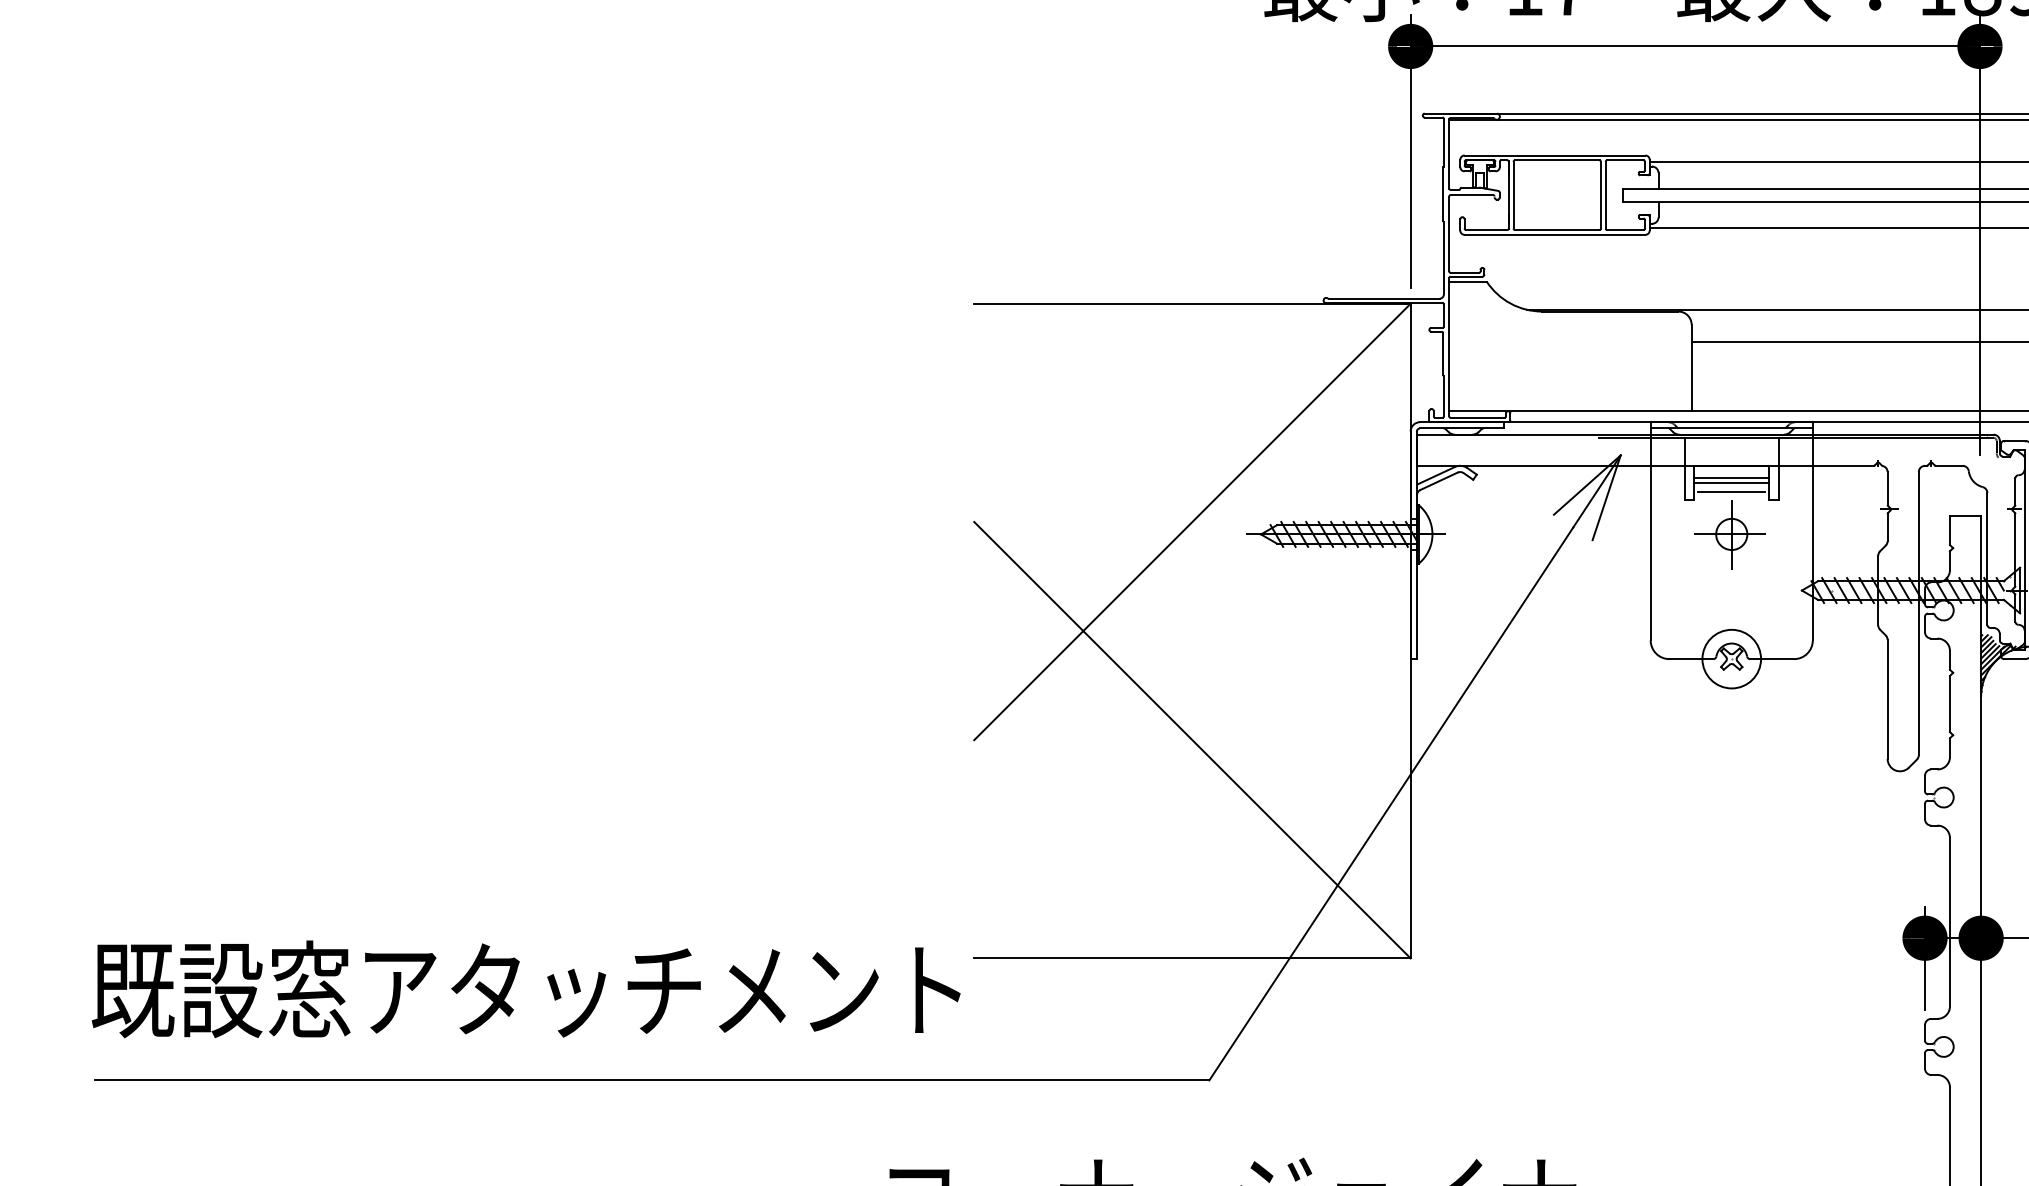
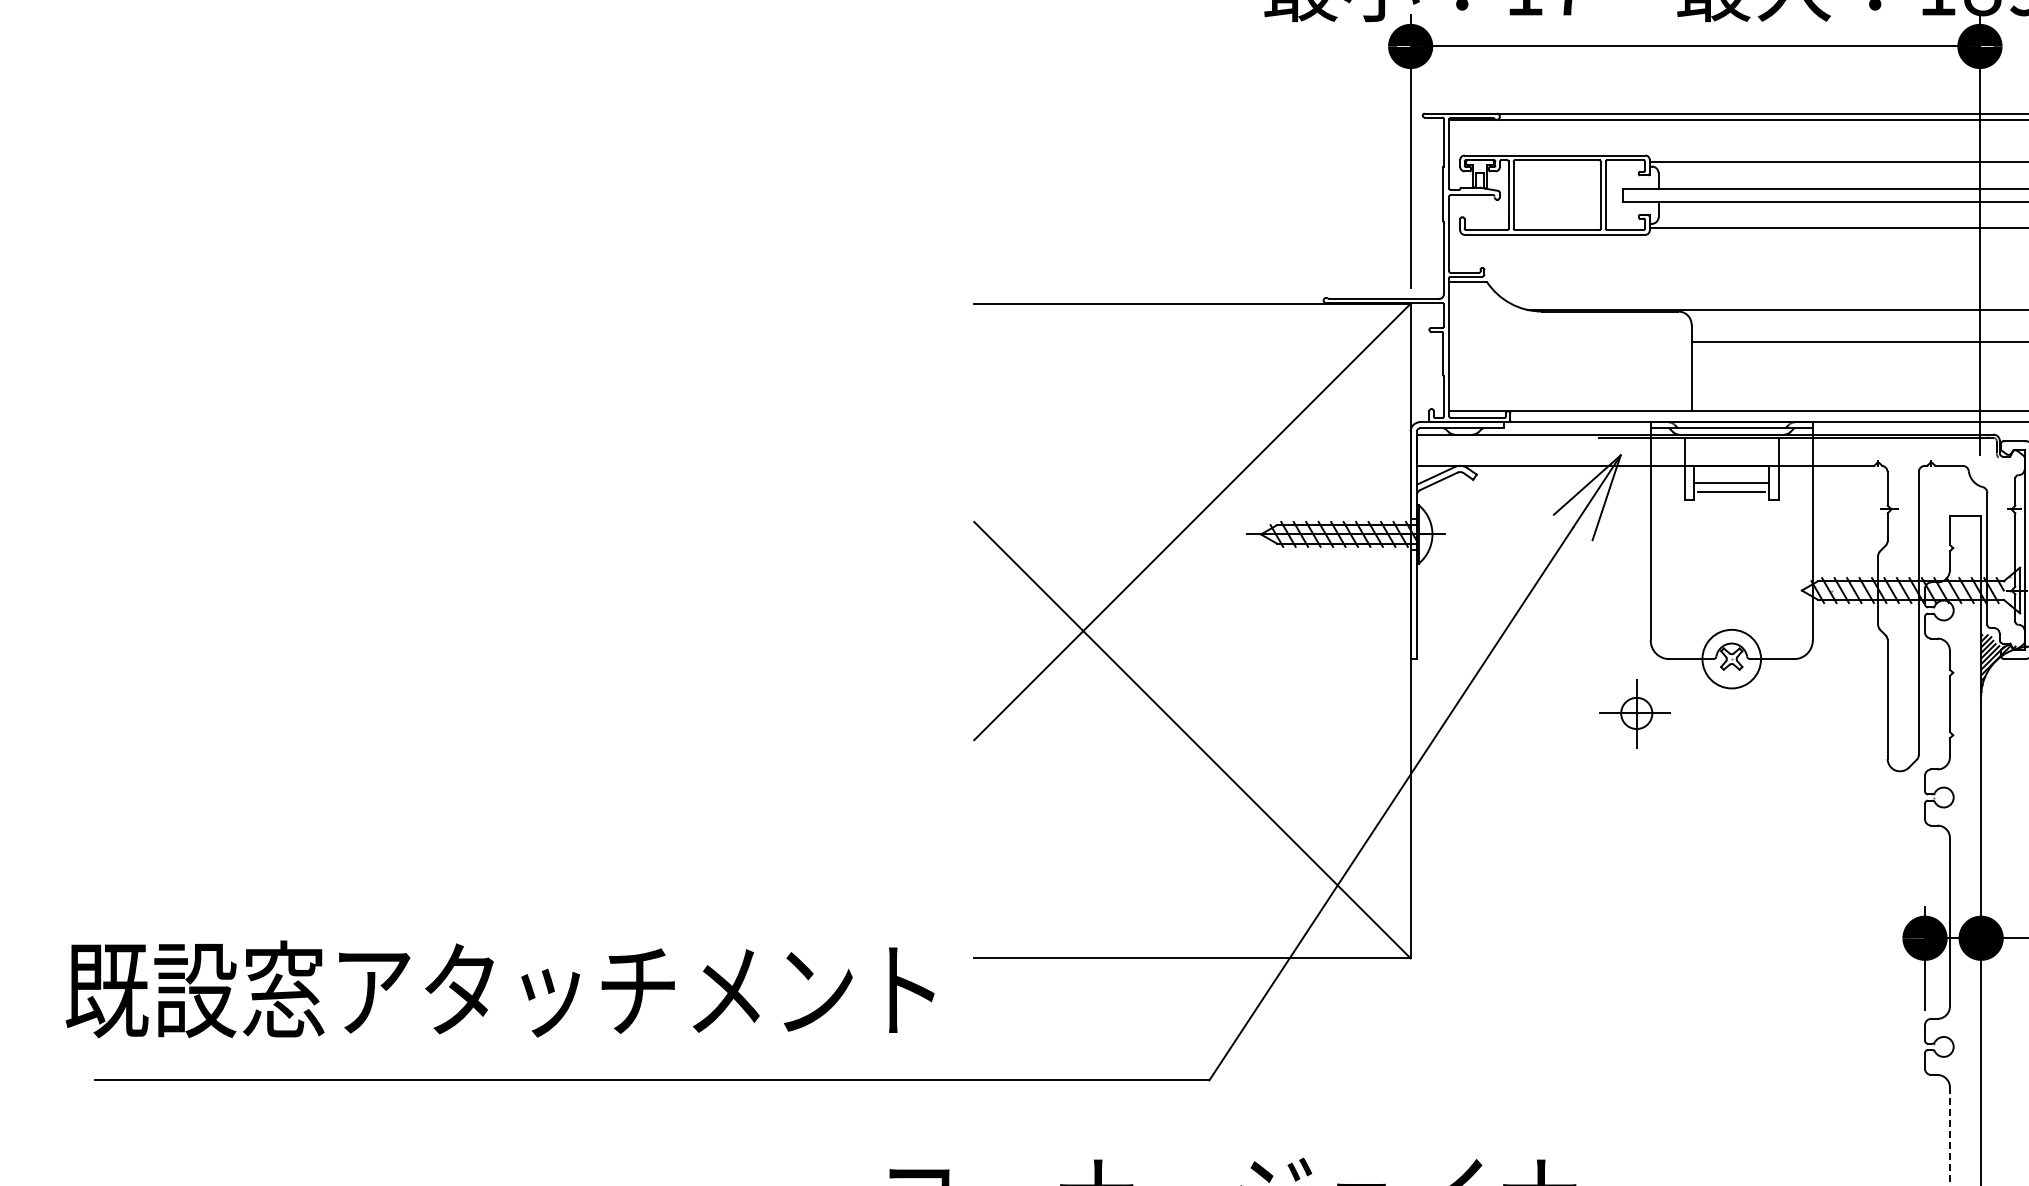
line at (1731, 478): present -> none
part at (1729, 534) position: (1729, 534) -> (1634, 713)
text at (525, 989) position: (525, 989) -> (499, 989)
line at (1949, 1137): solid -> dashed
